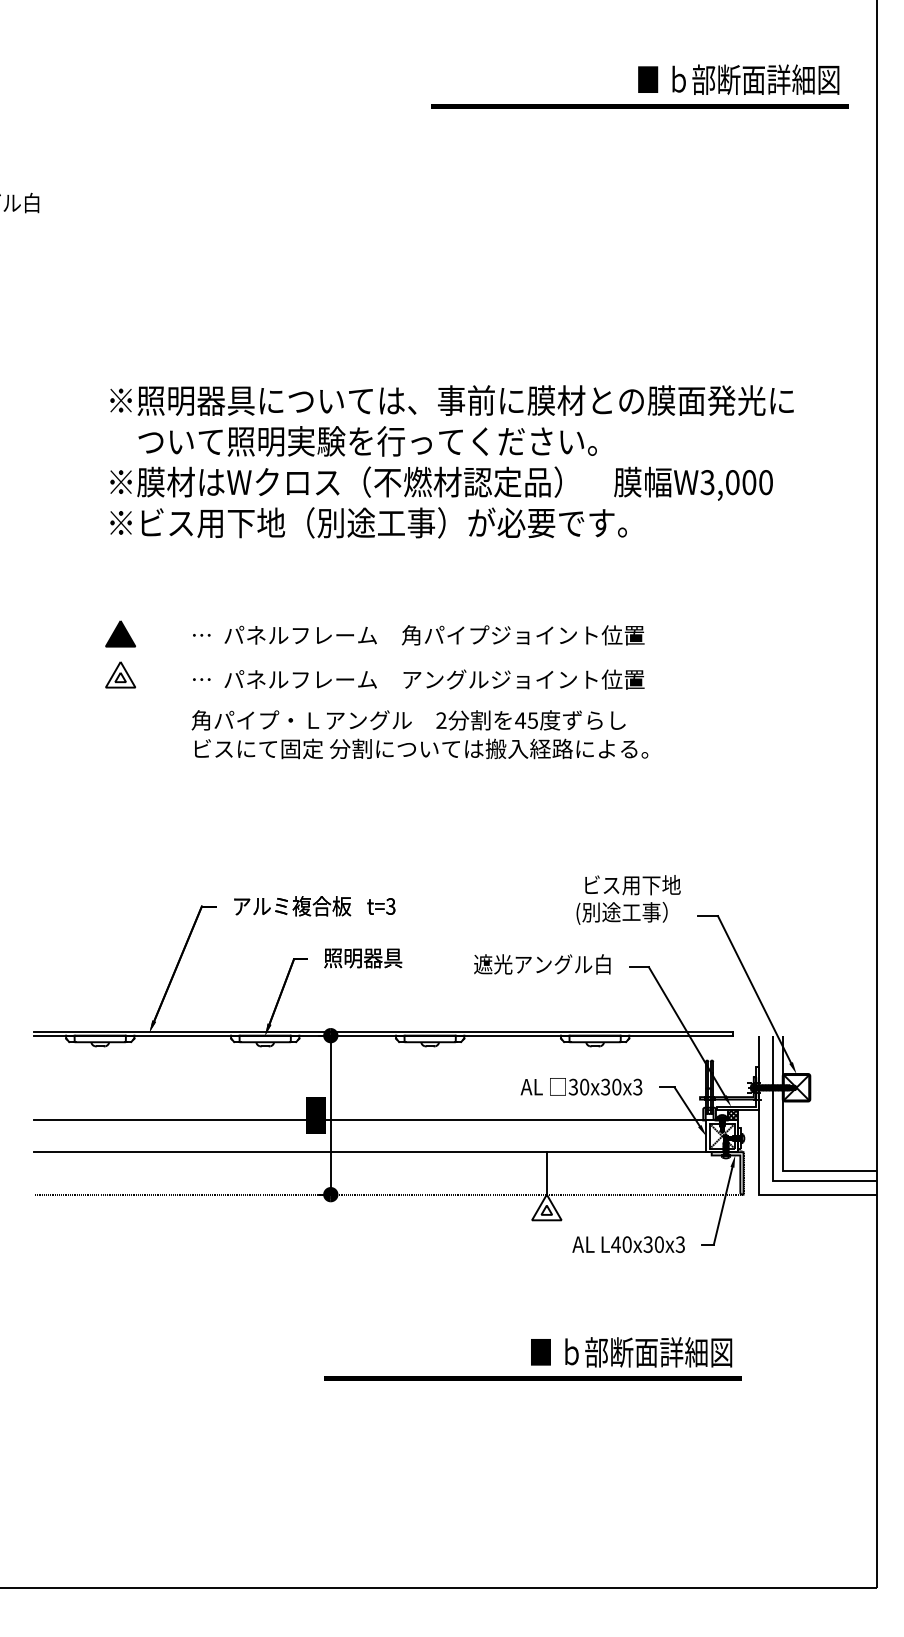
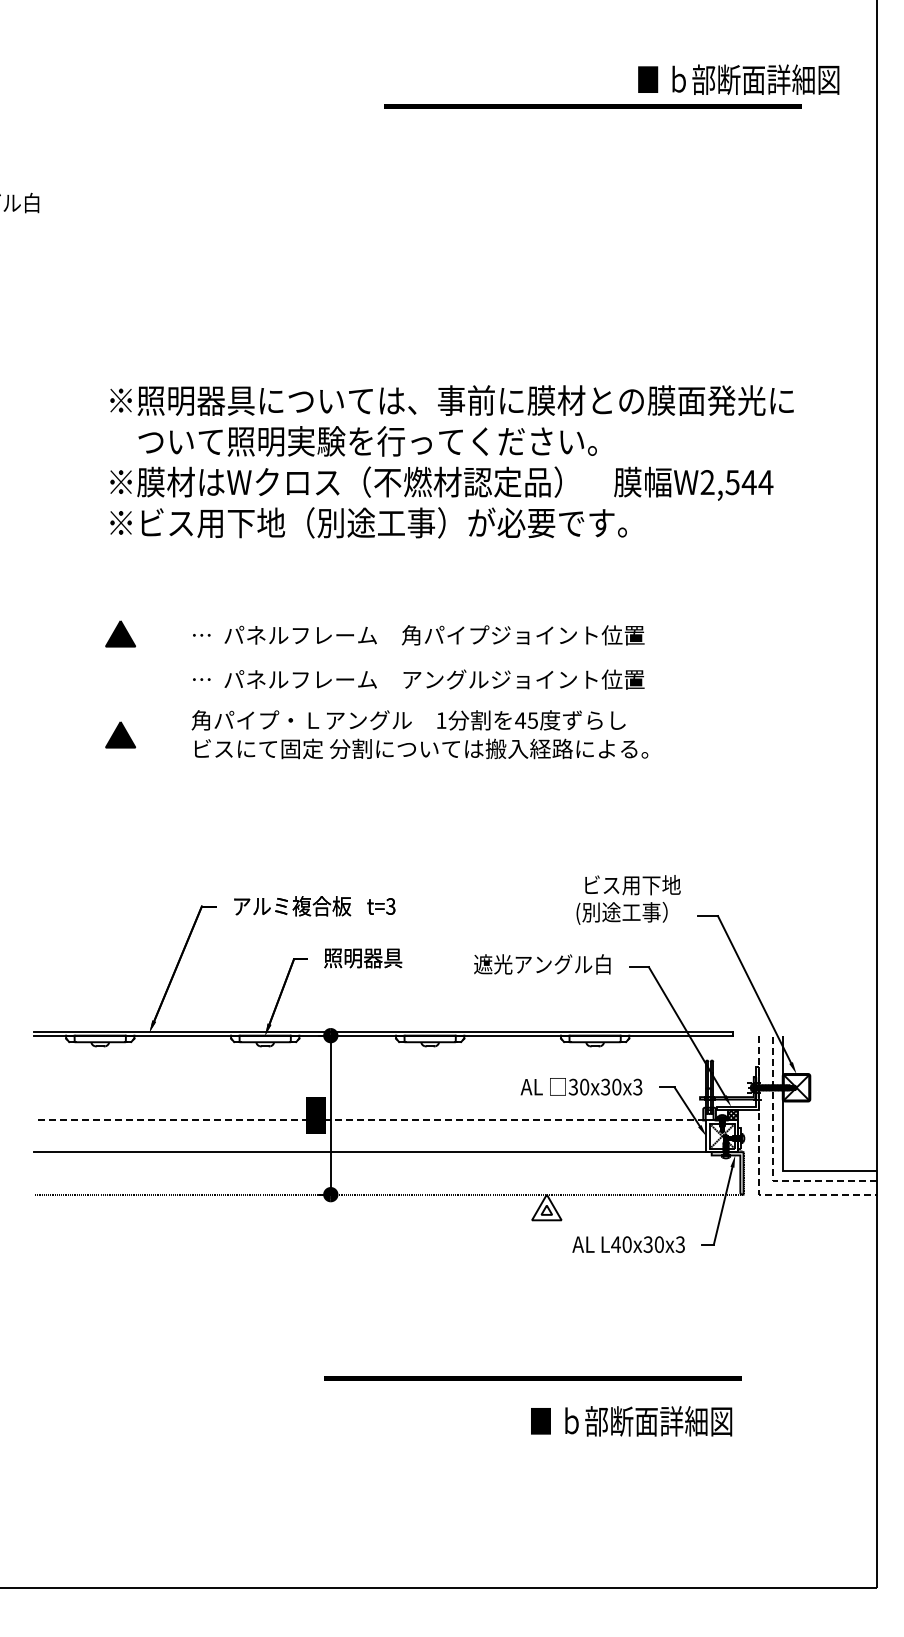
line at (639, 106) position: (639, 106) -> (592, 106)
text at (736, 482): W3,000 -> W2,544
part at (120, 674): present -> none
text at (441, 720): 2 -> 1
part at (120, 734): none -> present
line at (385, 1120): solid -> dashed
line at (772, 1161): solid -> dashed
line at (546, 1173): present -> none
line at (759, 1174): solid -> dashed
text at (631, 1352) position: (631, 1352) -> (631, 1421)
